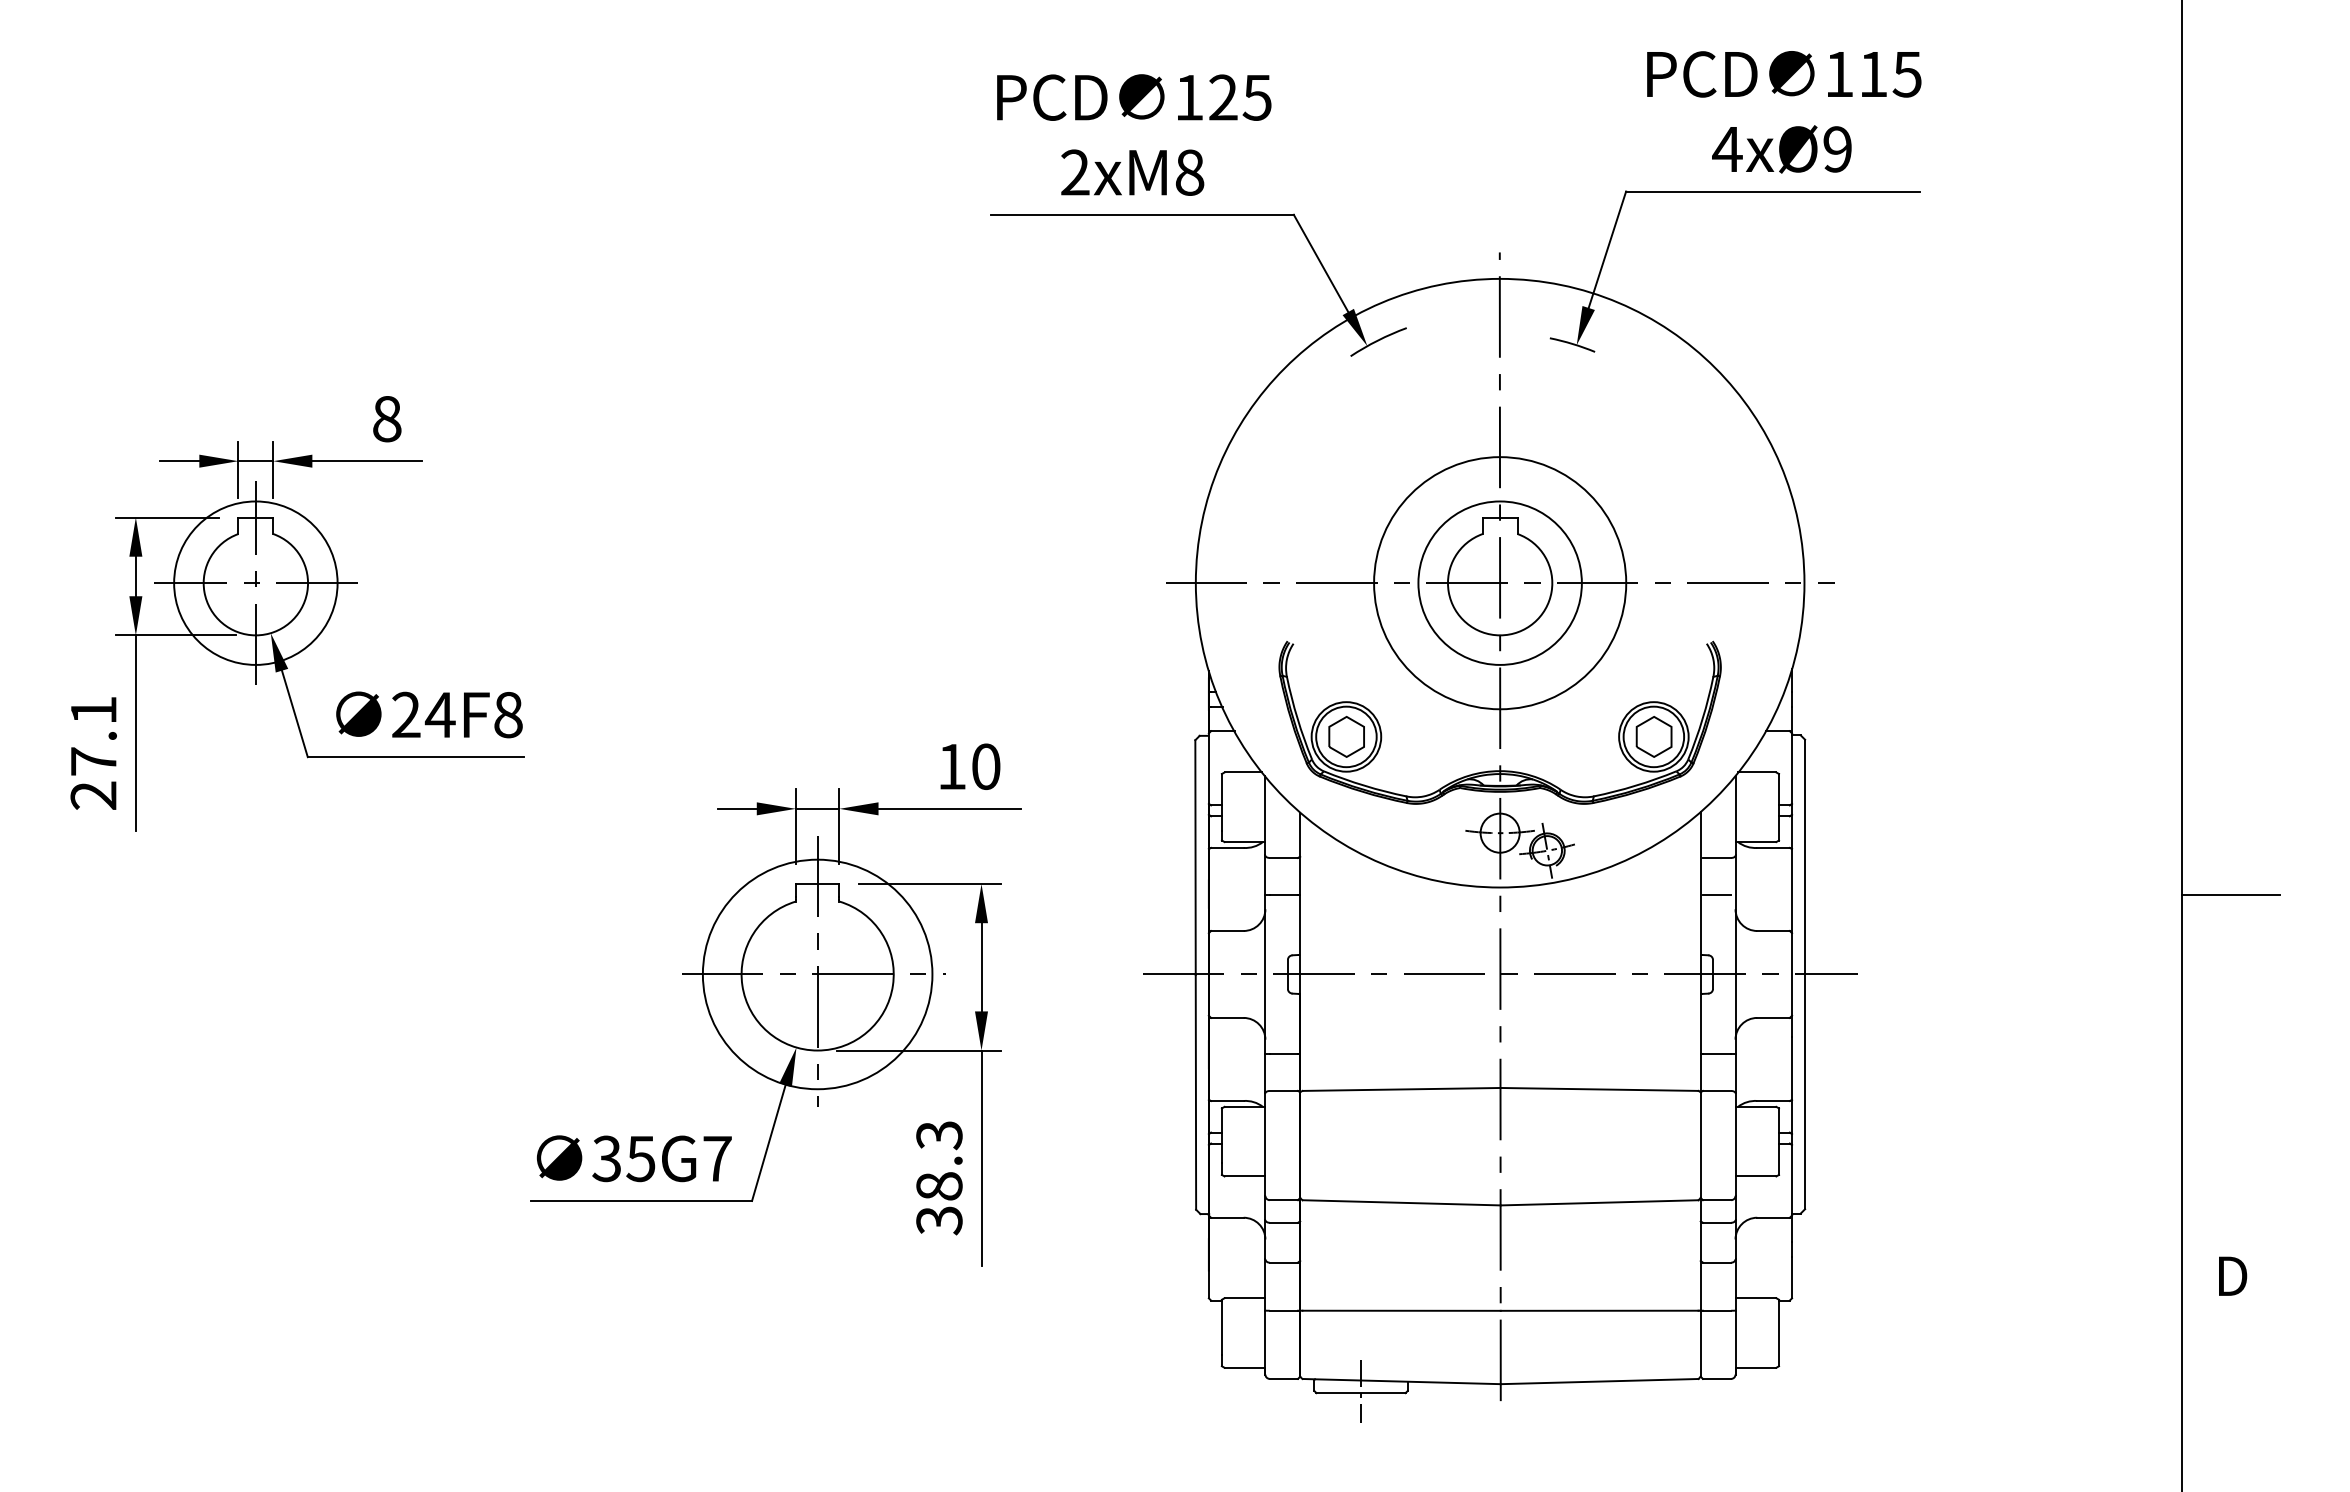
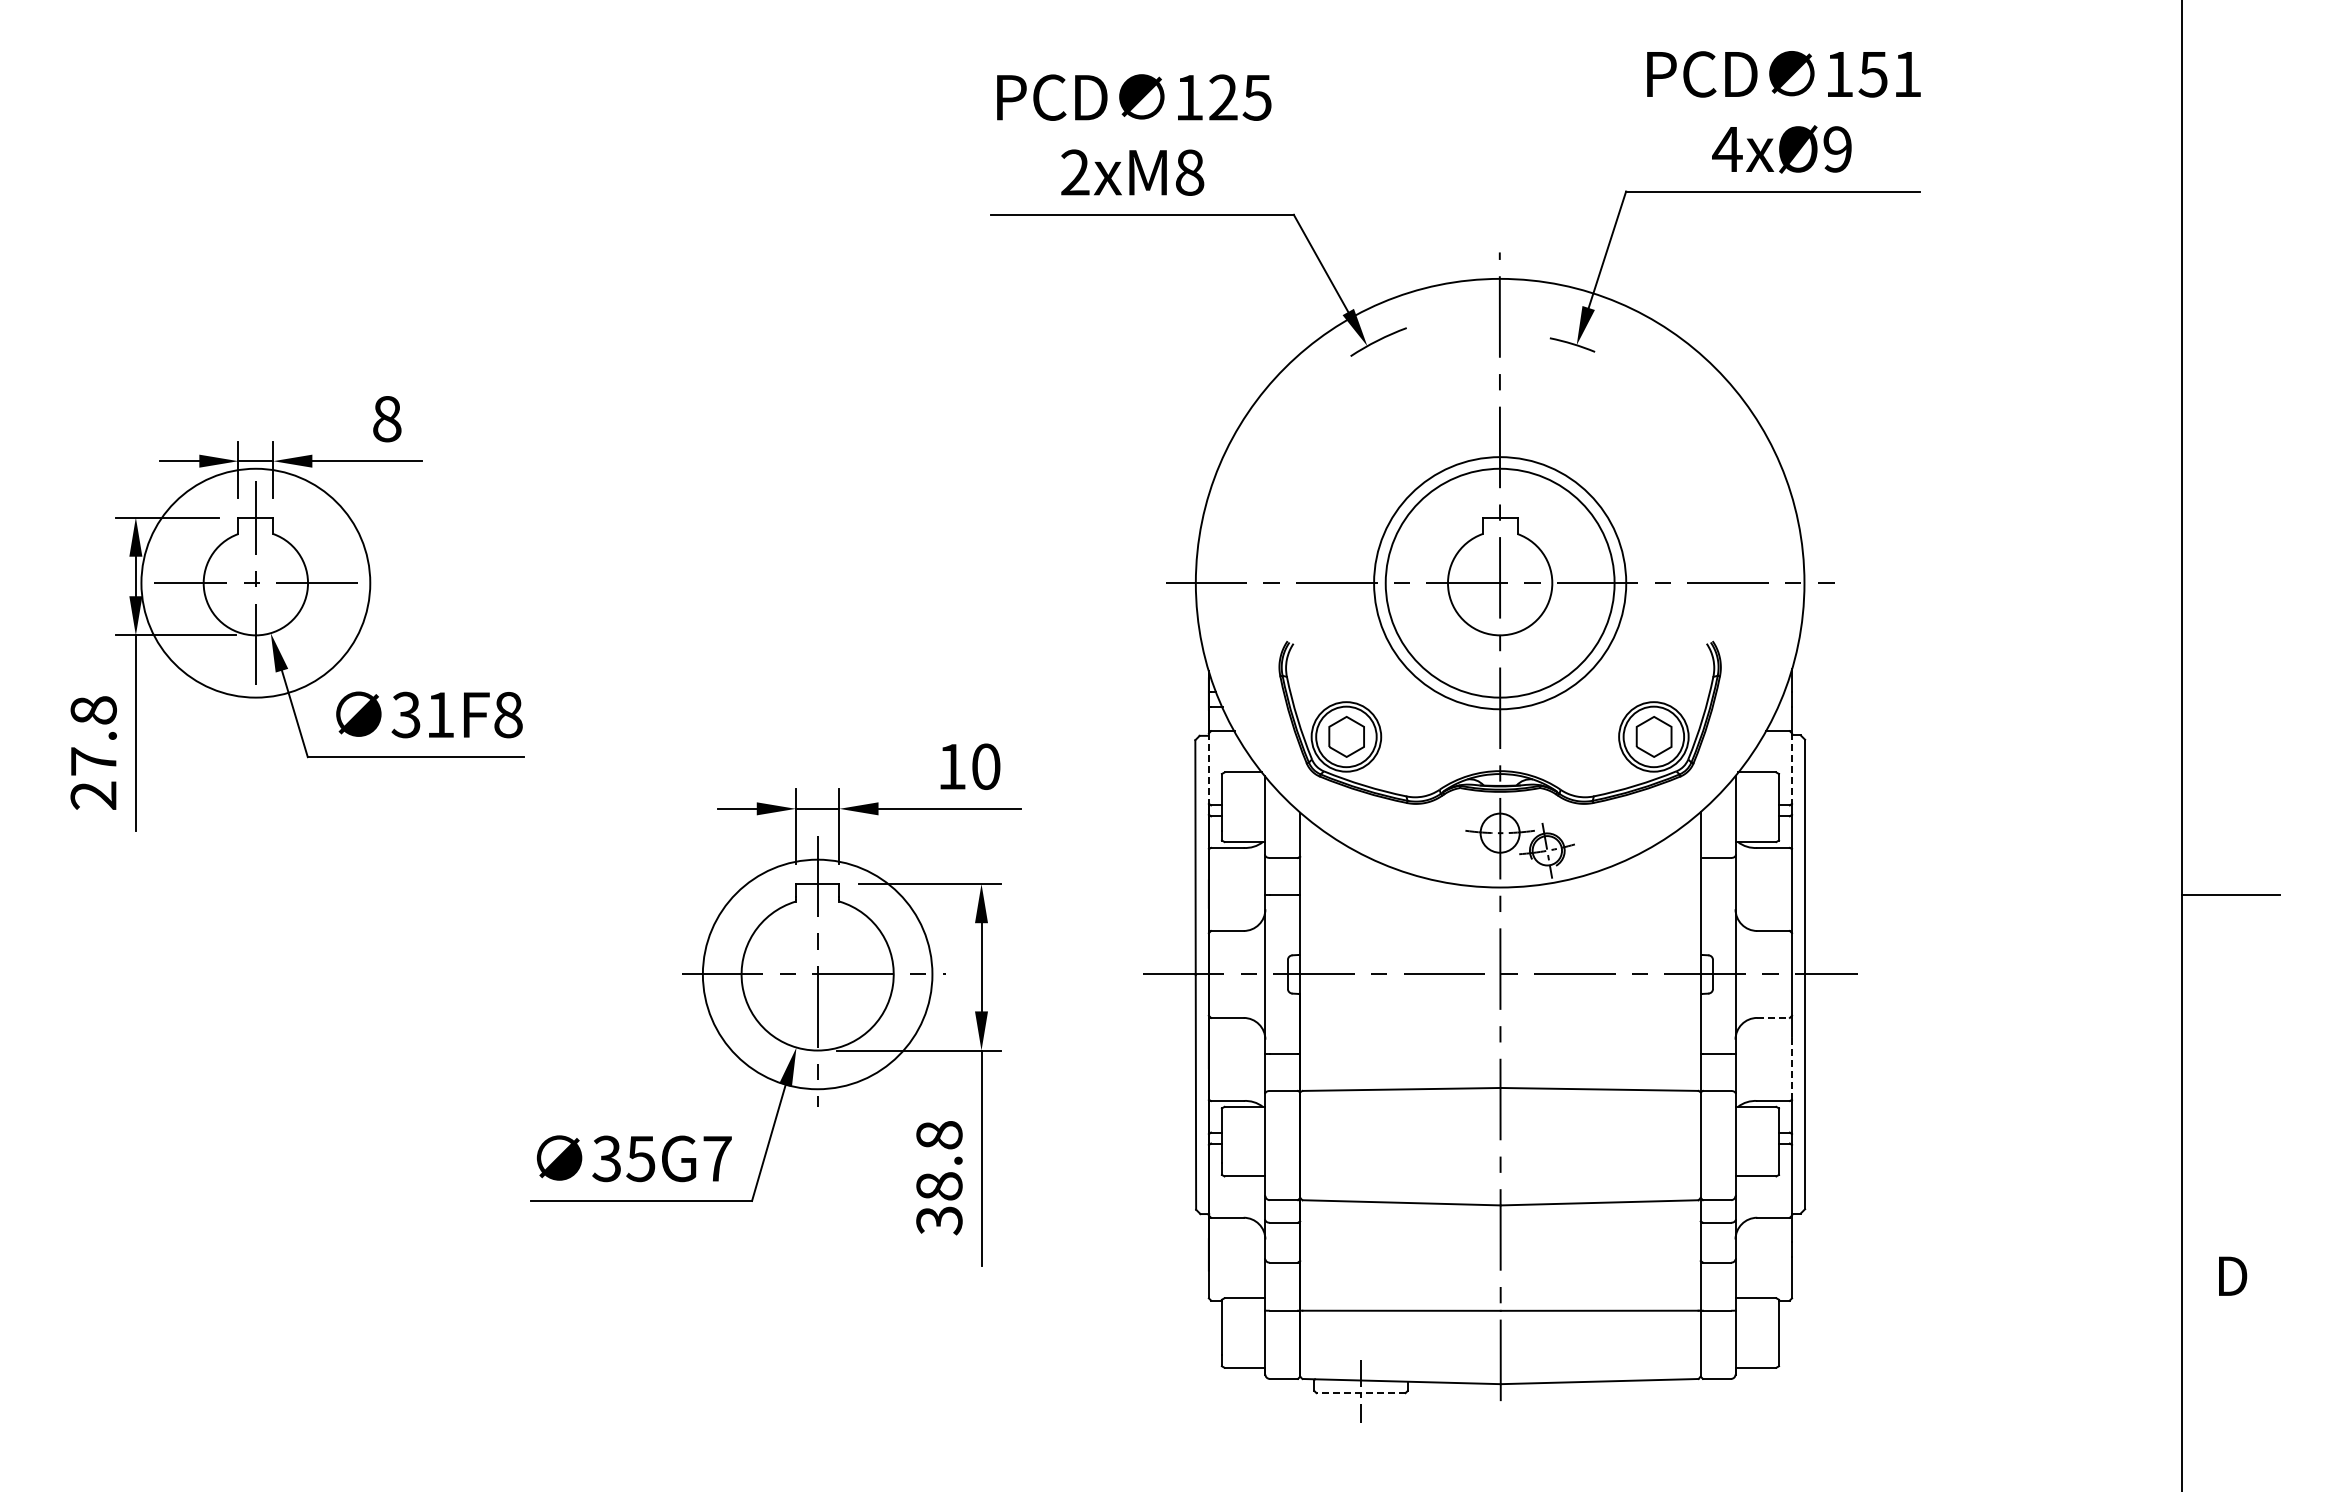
text at (1889, 74): 115 -> 151
circle at (255, 582) diameter: 163 px -> 229 px
circle at (1499, 582) diameter: 163 px -> 229 px
text at (93, 710): 27.1 -> 27.8
text at (423, 715): 24F8 -> 31F8
line at (1208, 769): solid -> dashed
line at (1792, 769): solid -> dashed
line at (1716, 895): present -> none
line at (1774, 1017): solid -> dashed
line at (1792, 1067): solid -> dashed
text at (939, 1135): 38.3 -> 38.8
line at (1361, 1393): solid -> dashed
